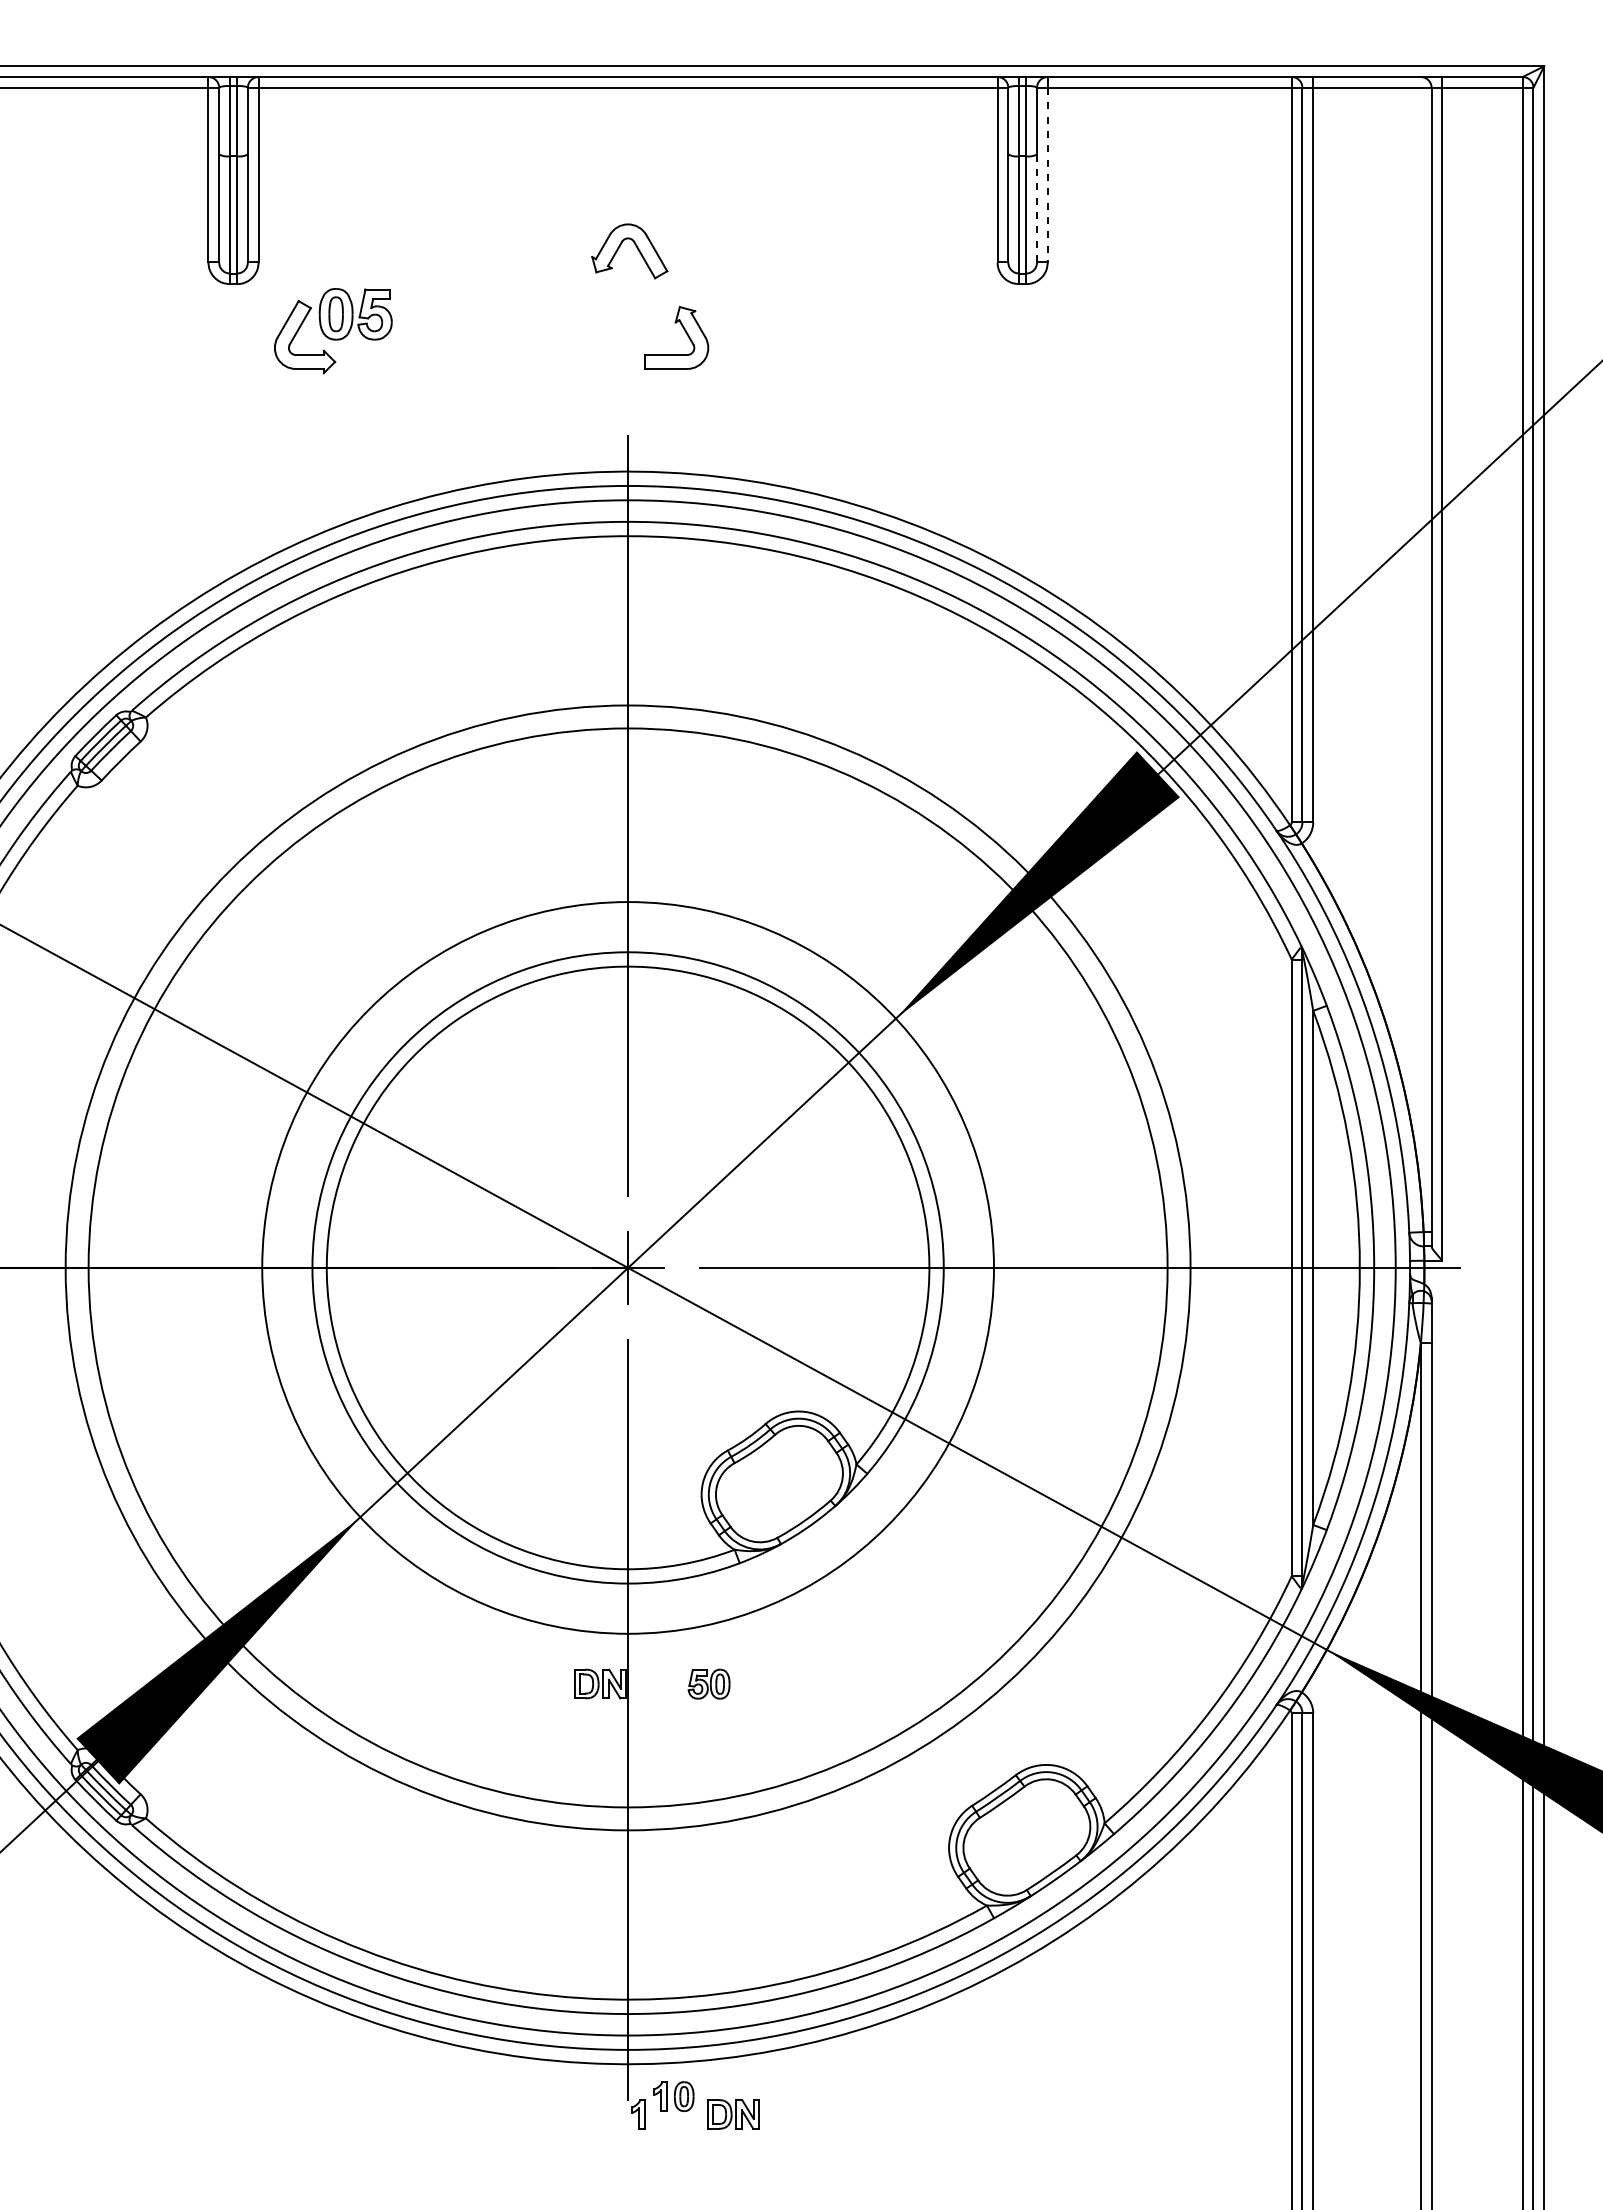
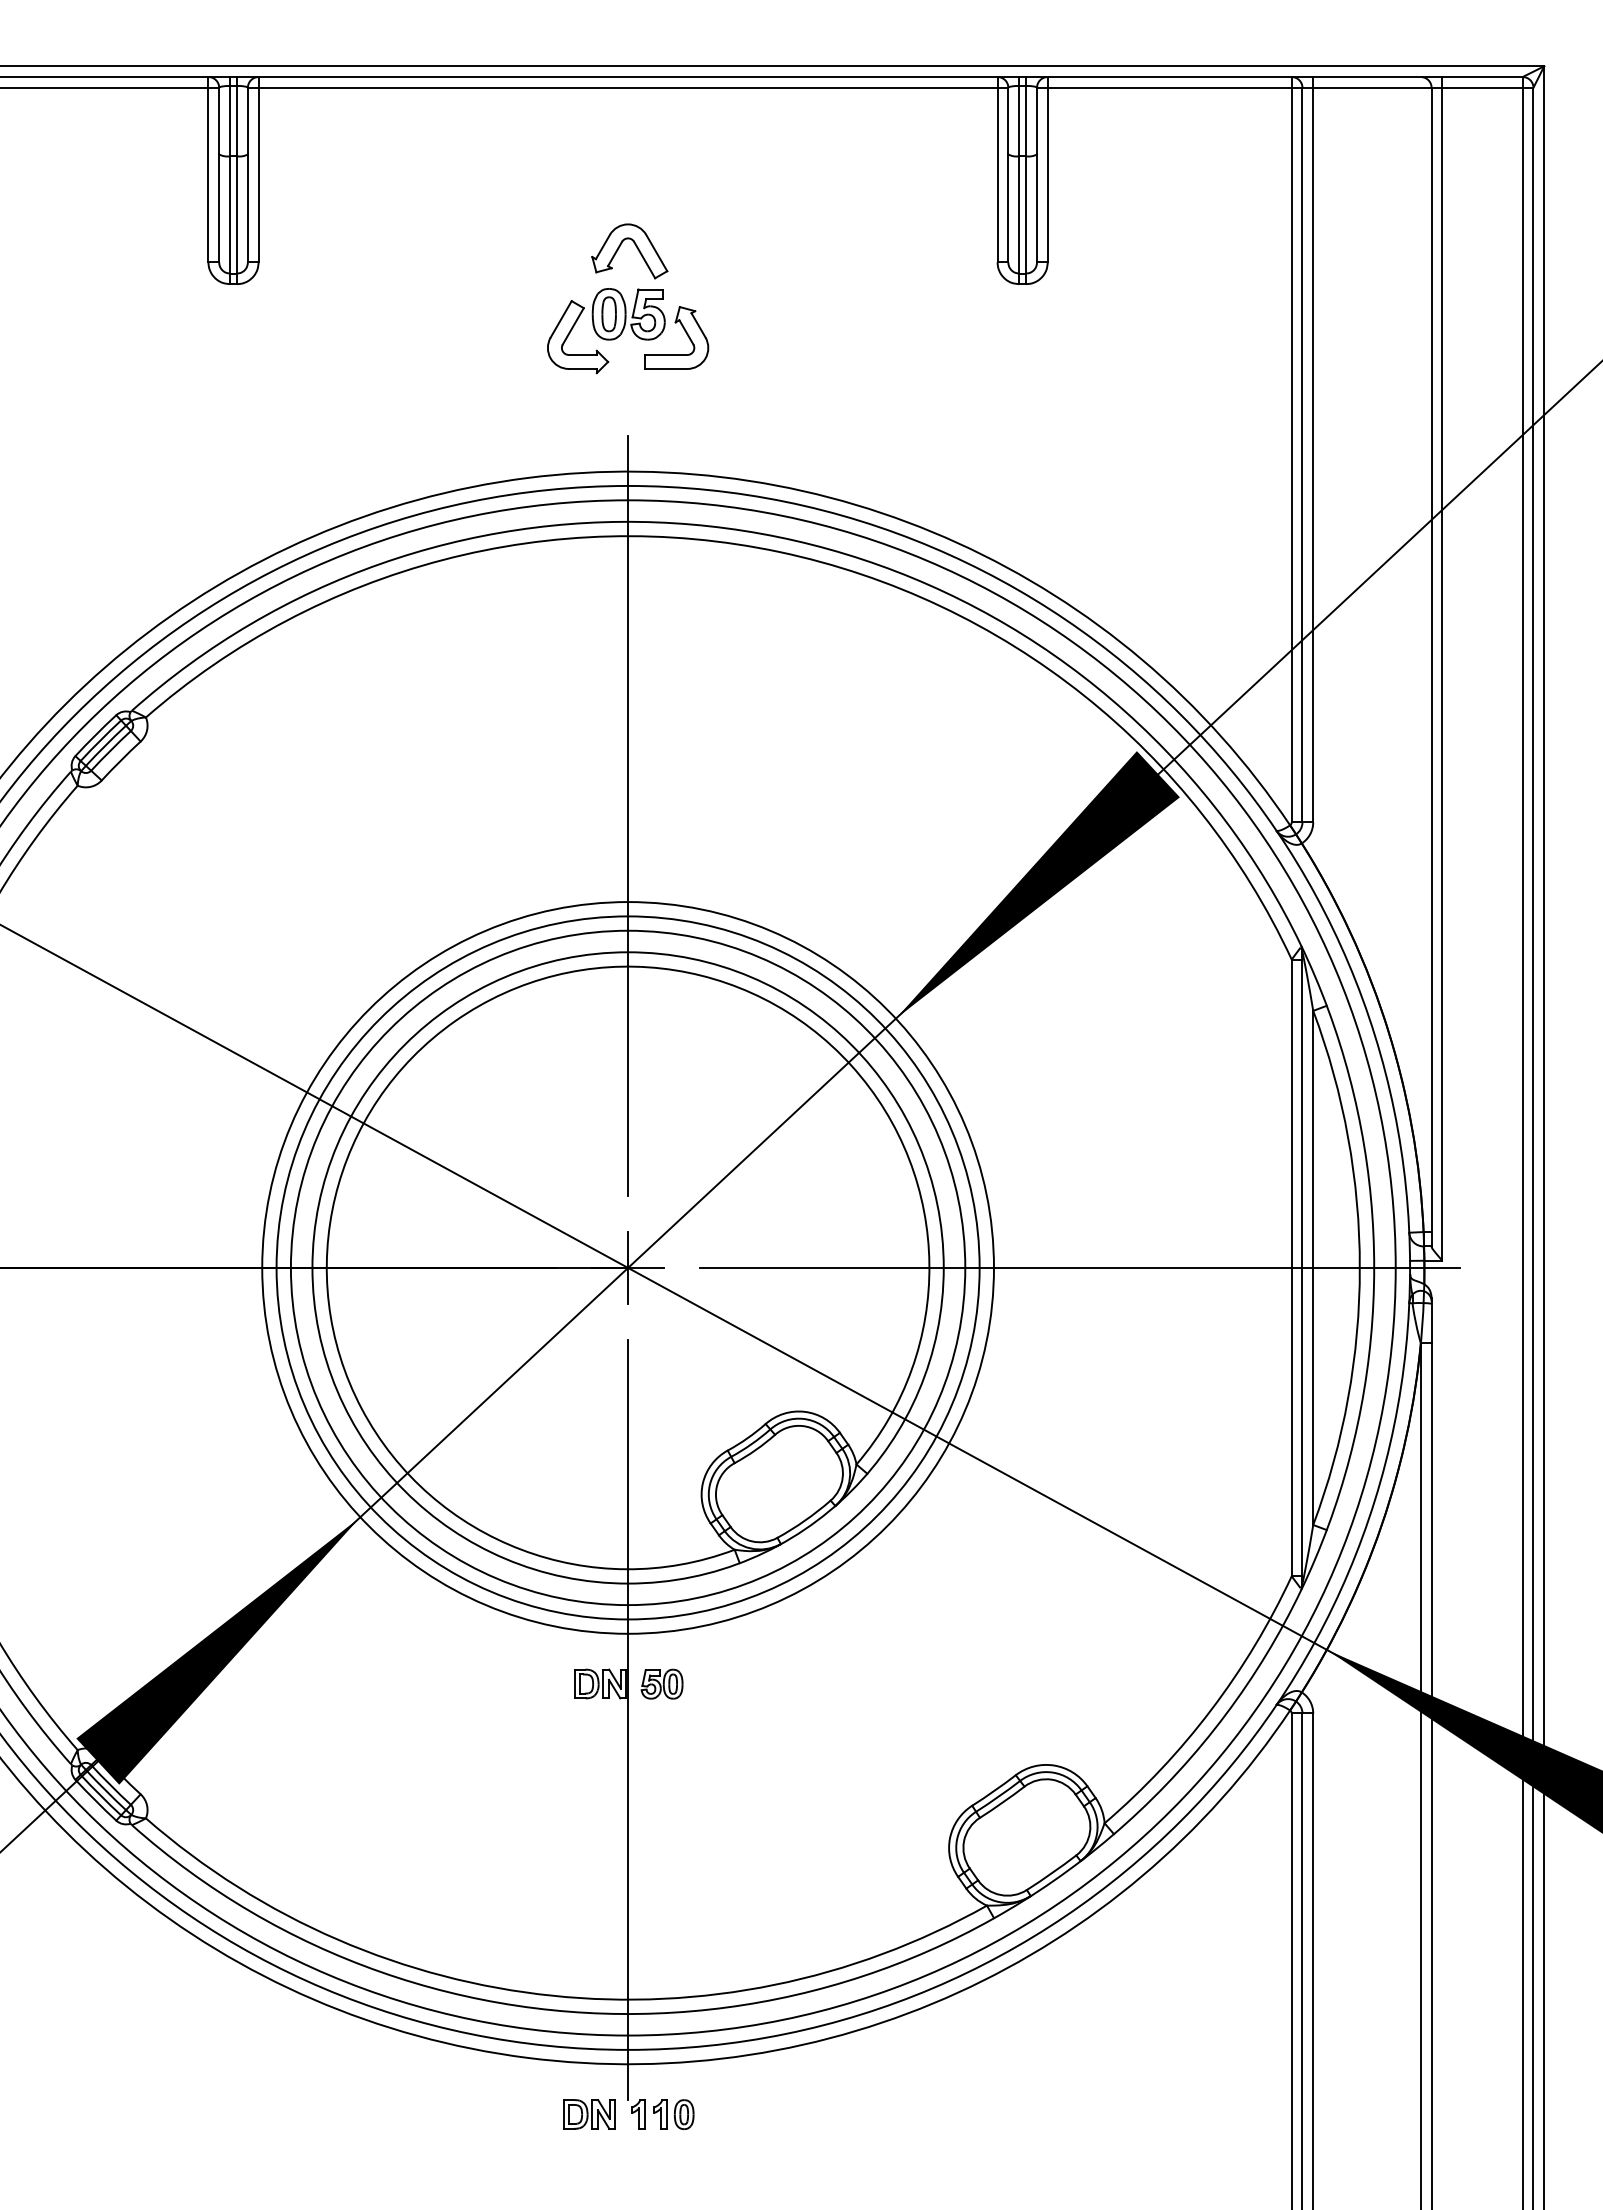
line at (1047, 175): dashed -> solid
line at (1037, 208): dashed -> solid
part at (333, 331) position: (333, 331) -> (606, 331)
circle at (627, 1267) diameter: 1079 px -> 674 px
circle at (627, 1267) diameter: 1125 px -> 703 px
part at (708, 1683) position: (708, 1683) -> (661, 1683)
part at (673, 2096) position: (673, 2096) -> (673, 2114)
part at (733, 2114) position: (733, 2114) -> (589, 2114)
